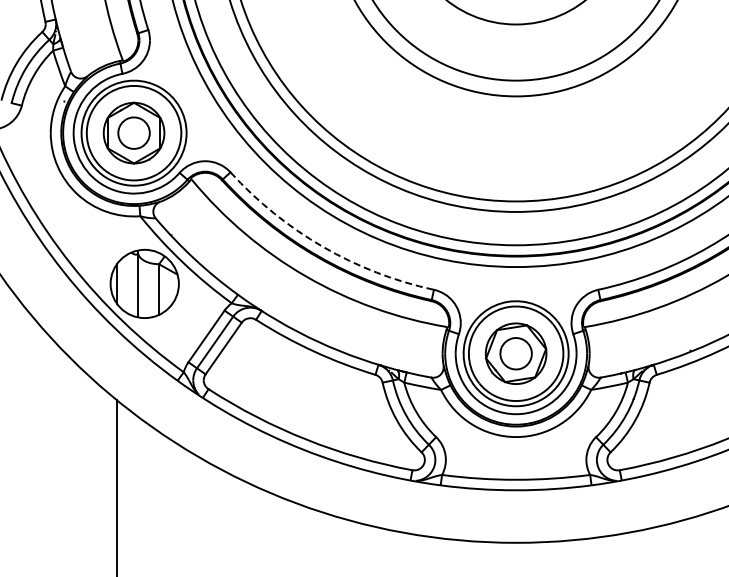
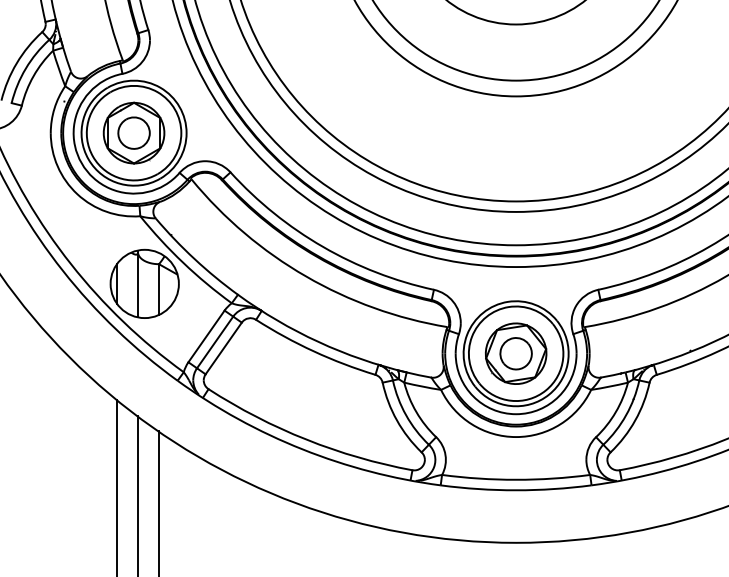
arc at (323, 246): dashed -> solid
line at (138, 494): none -> present
line at (159, 502): none -> present
